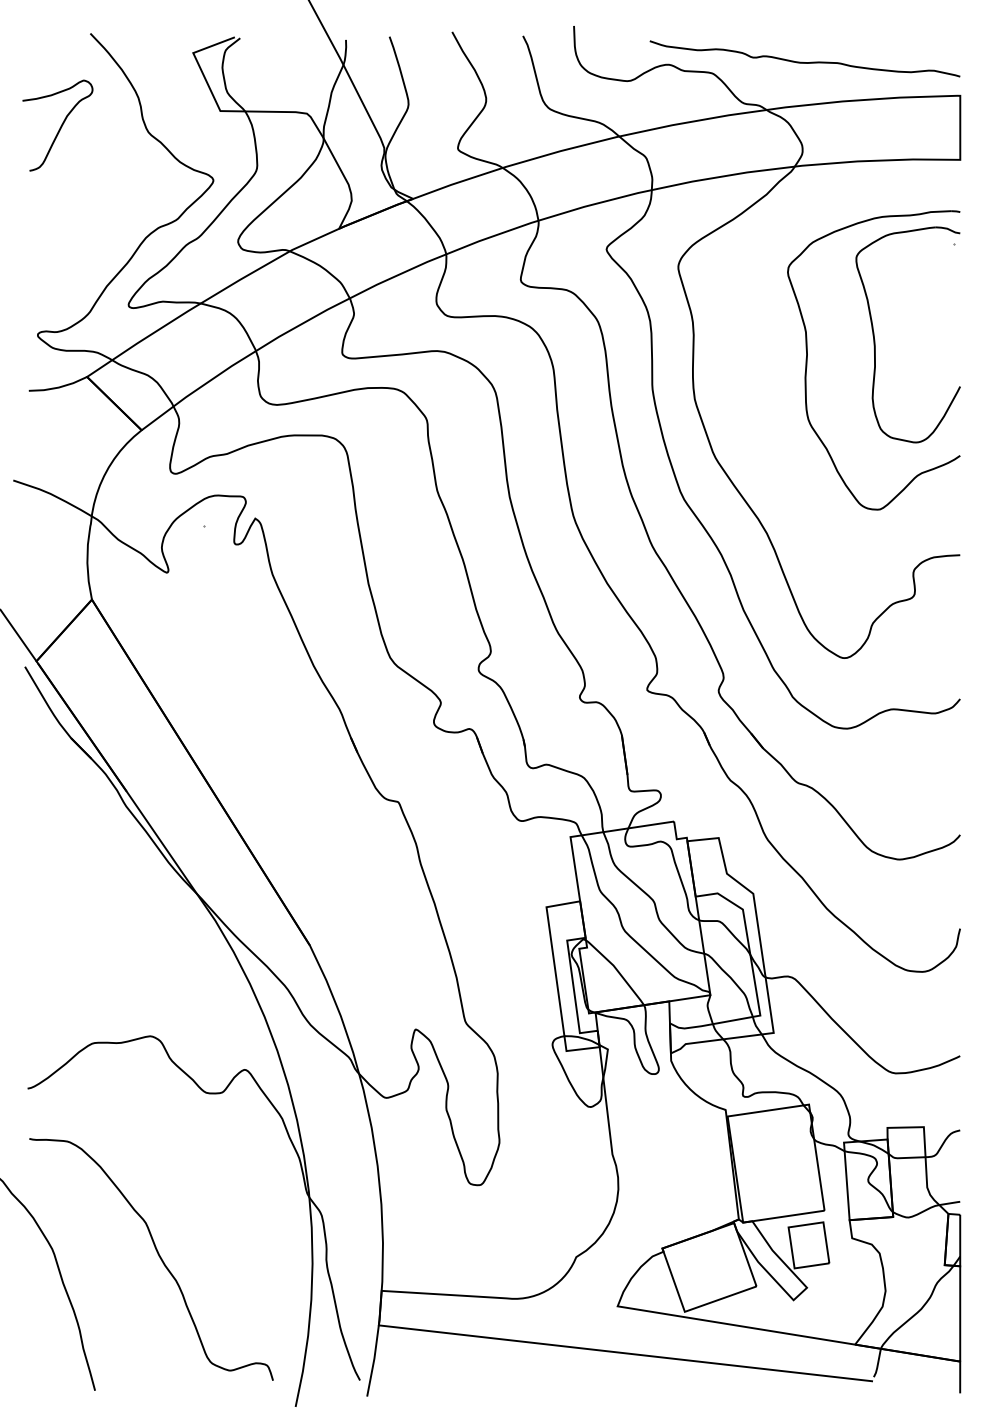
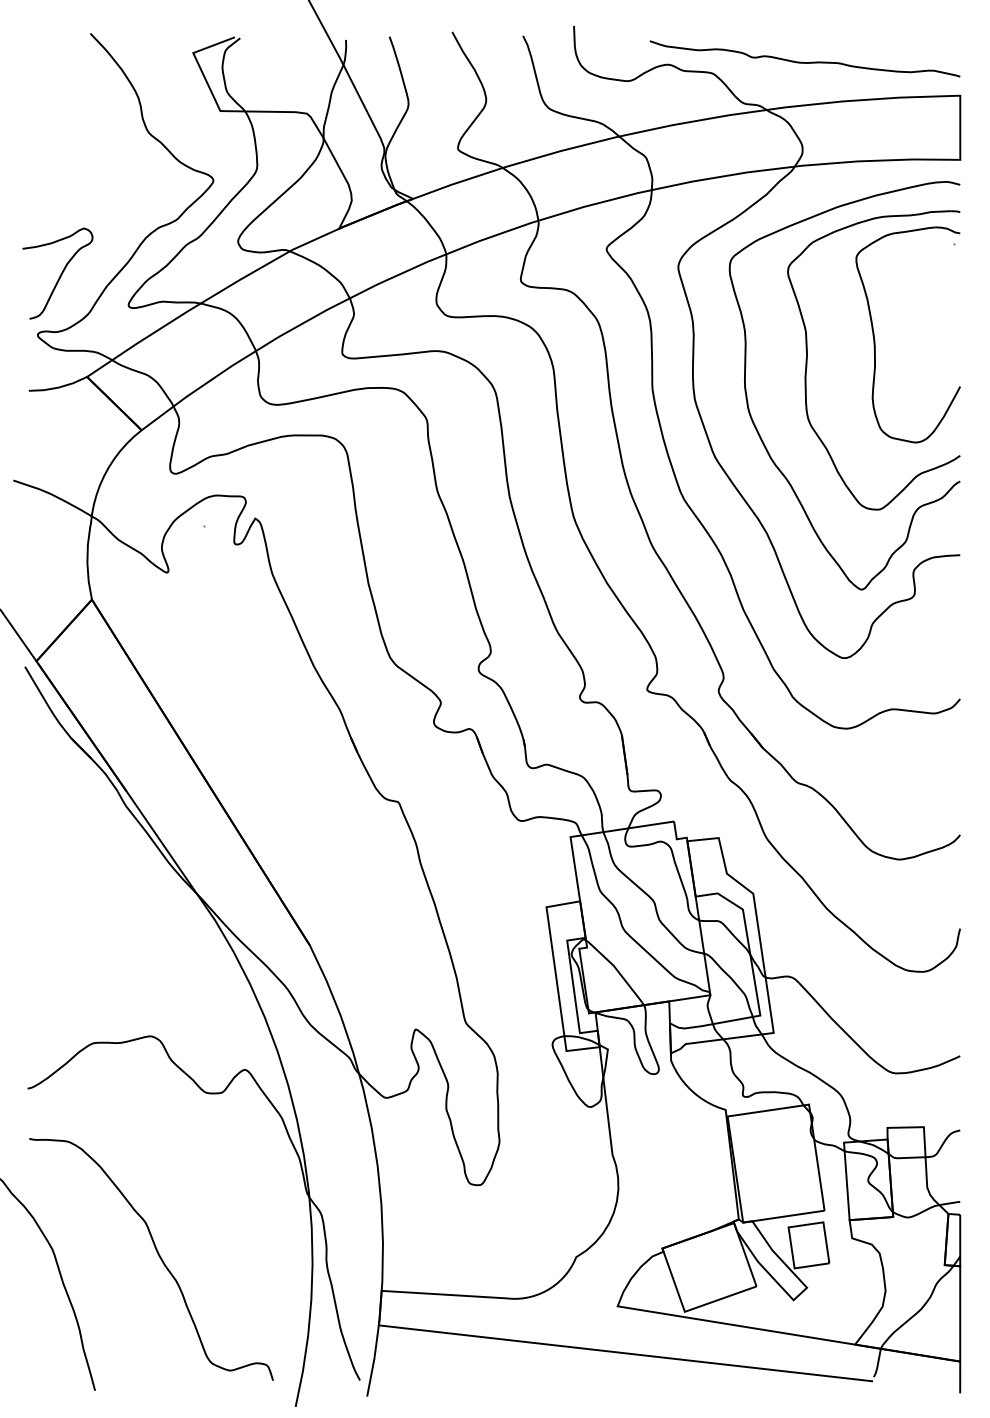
curve at (60, 126) position: (60, 126) -> (60, 274)
curve at (757, 428): none -> present
